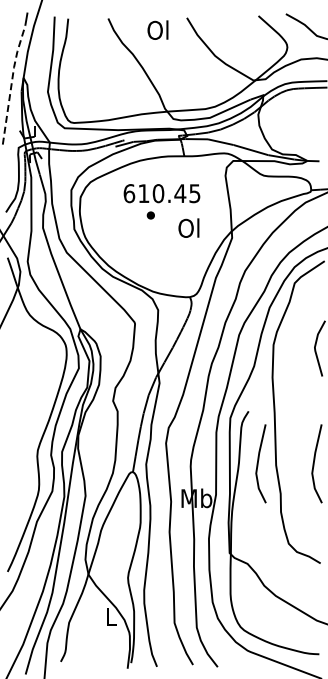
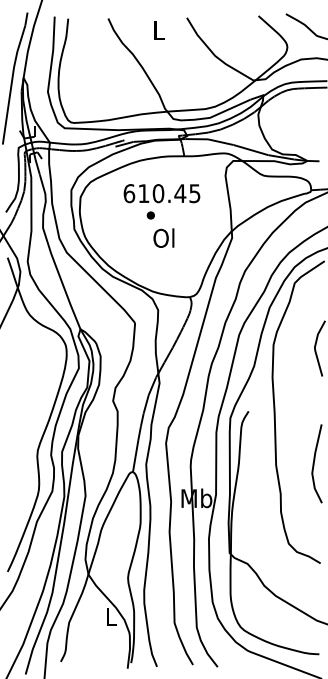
text at (157, 29): Ol -> L
line at (11, 82): dashed -> solid
text at (188, 227) position: (188, 227) -> (163, 237)
line at (258, 463): present -> none
